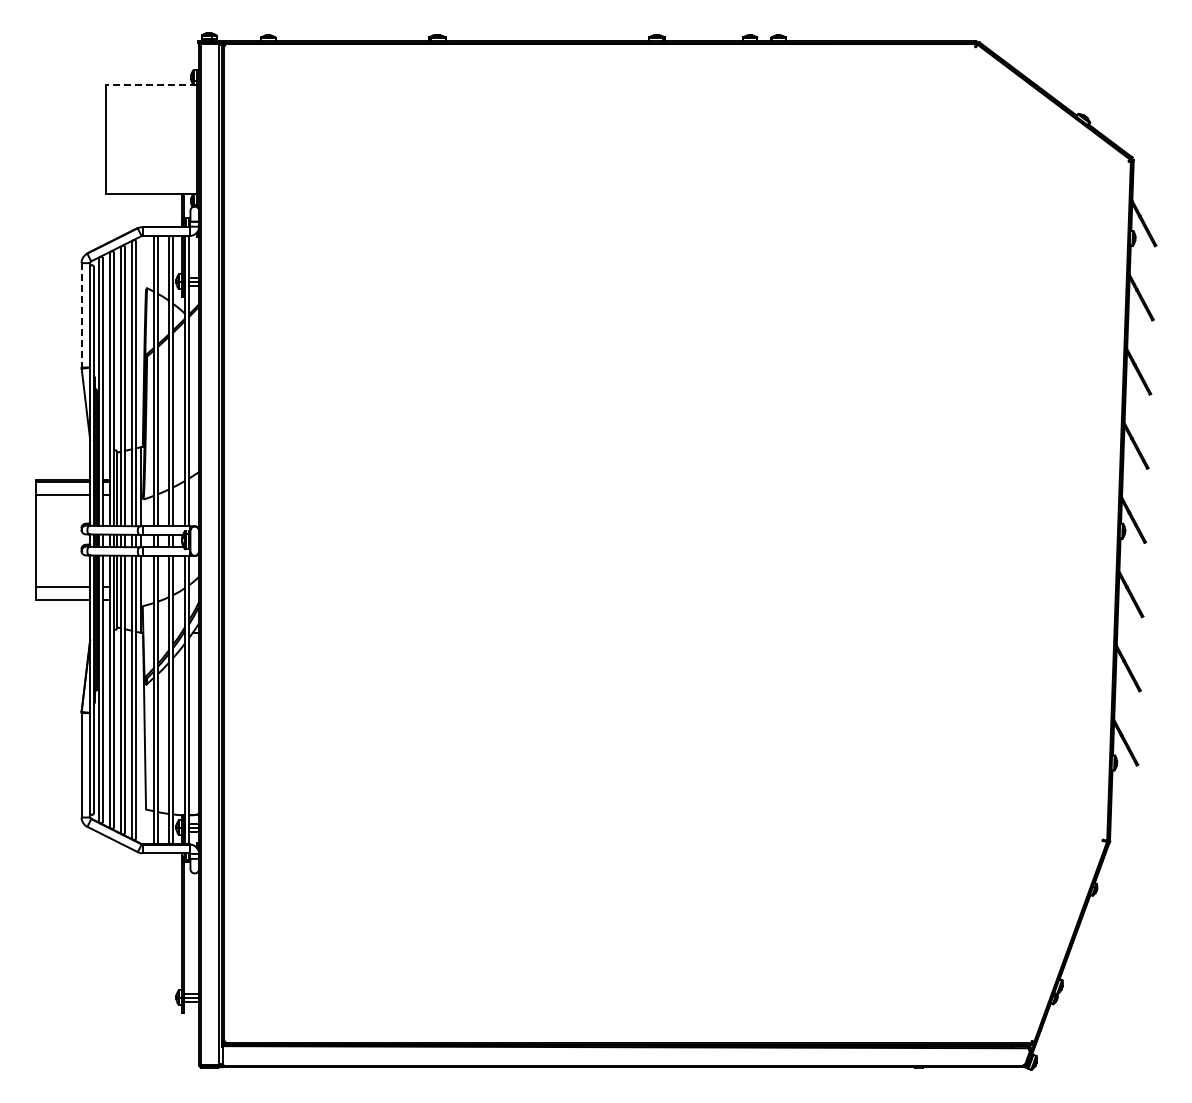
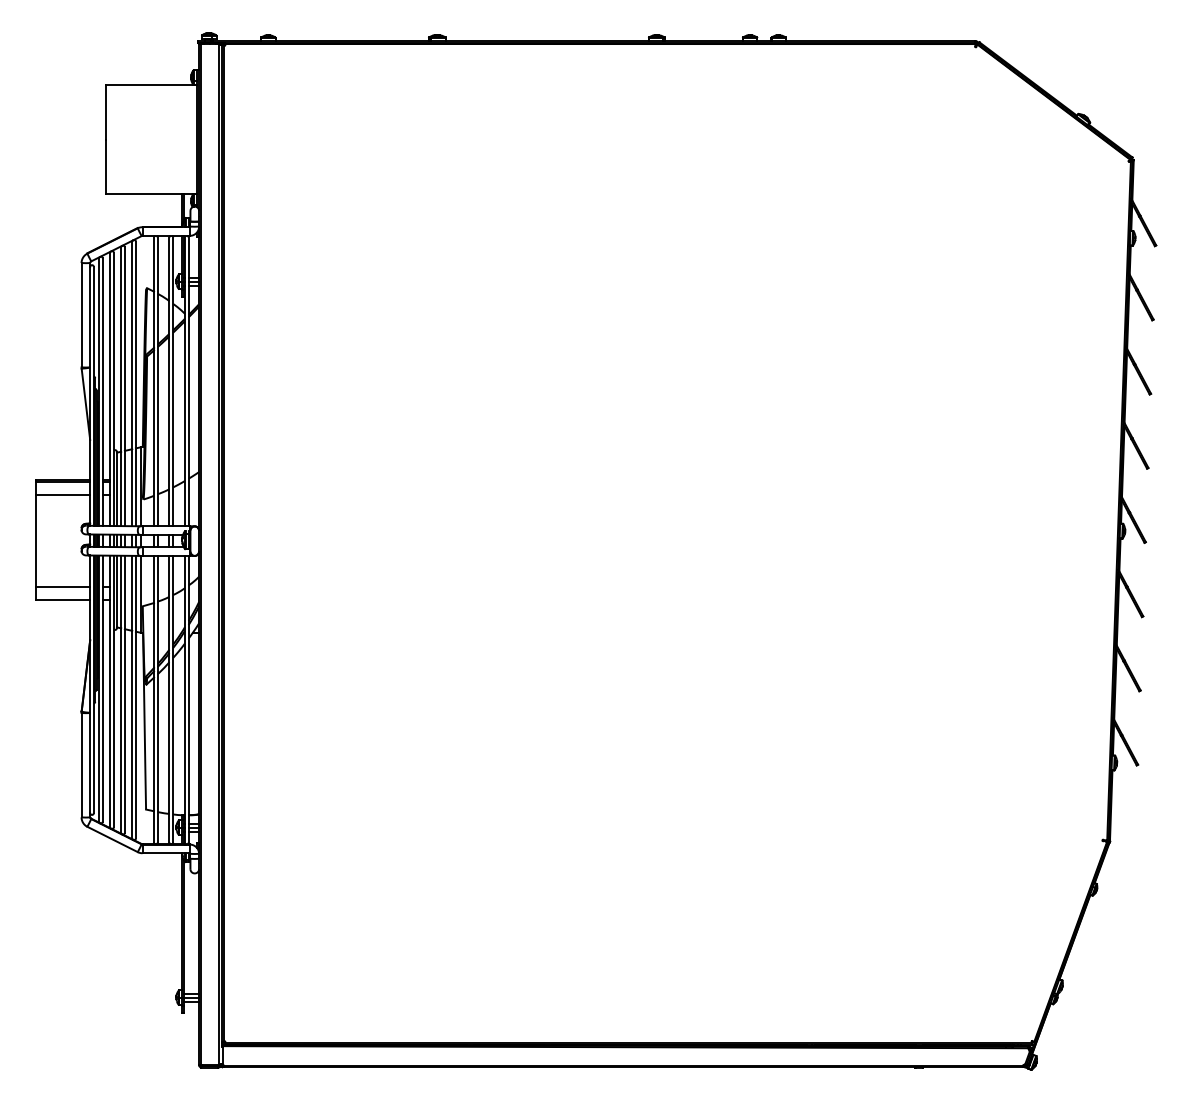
line at (151, 85): dashed -> solid
line at (81, 315): dashed -> solid
